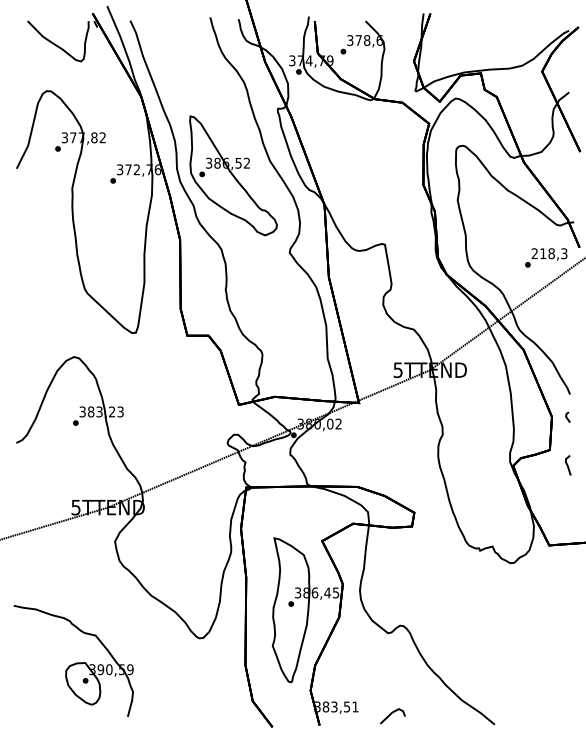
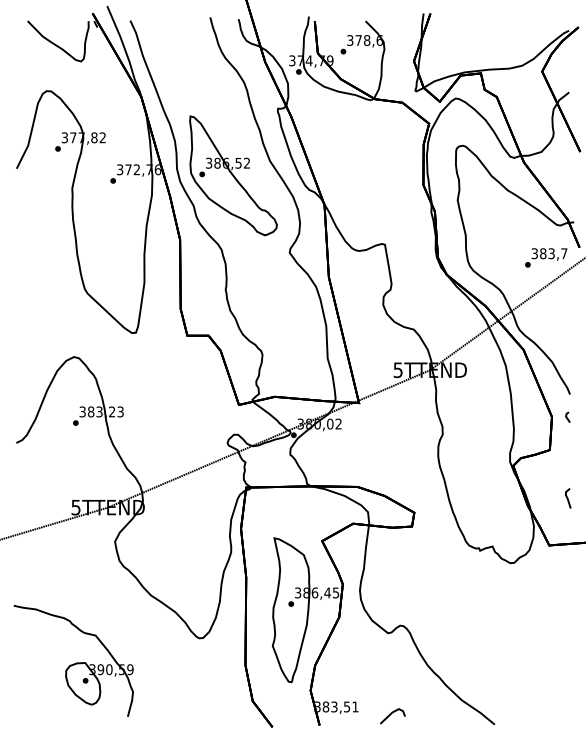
text at (549, 253): 218,3 -> 383,7
line at (568, 465) position: (568, 465) -> (568, 498)
